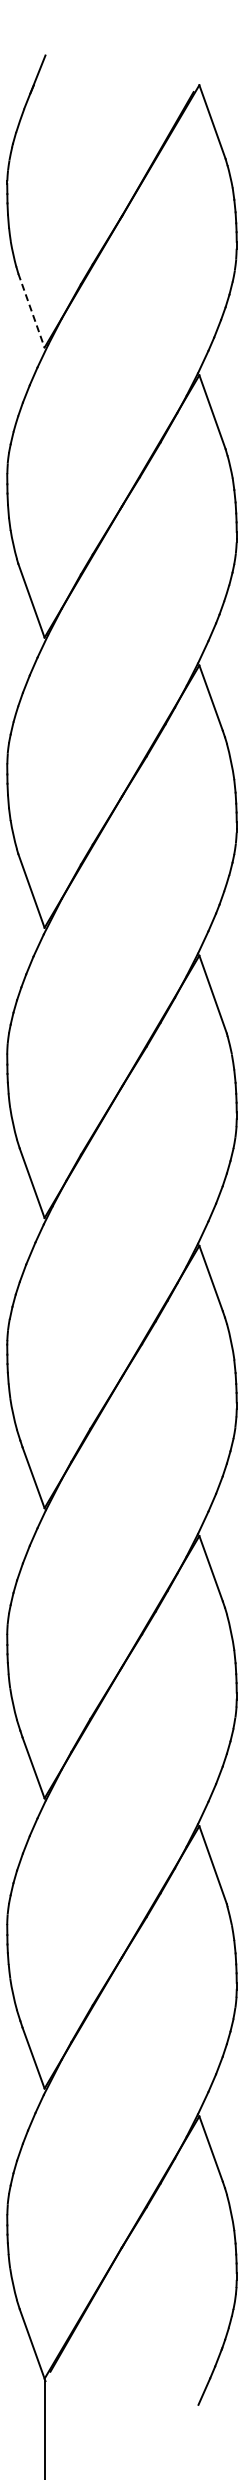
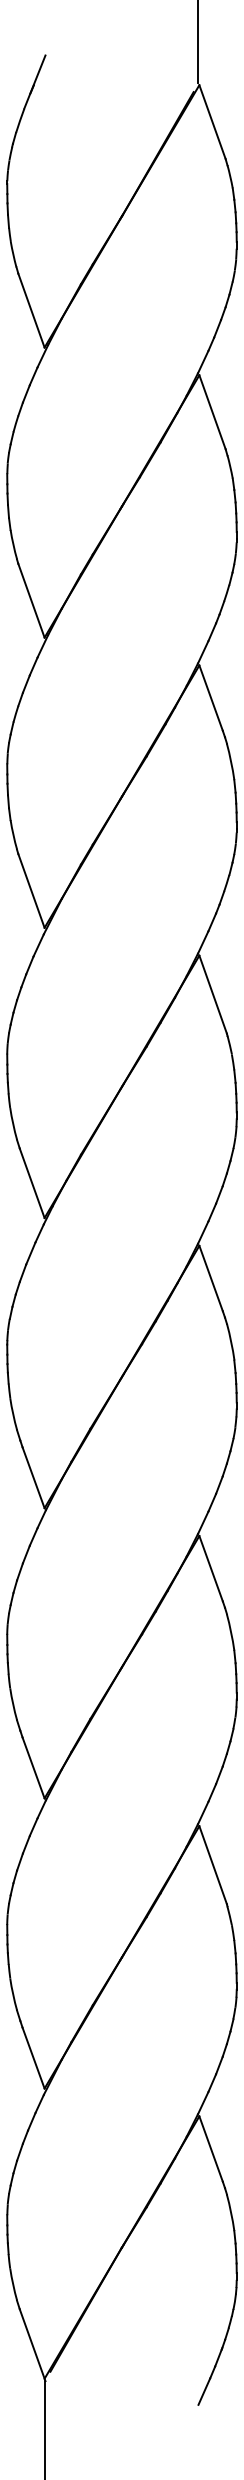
line at (198, 42): none -> present
line at (31, 311): dashed -> solid
